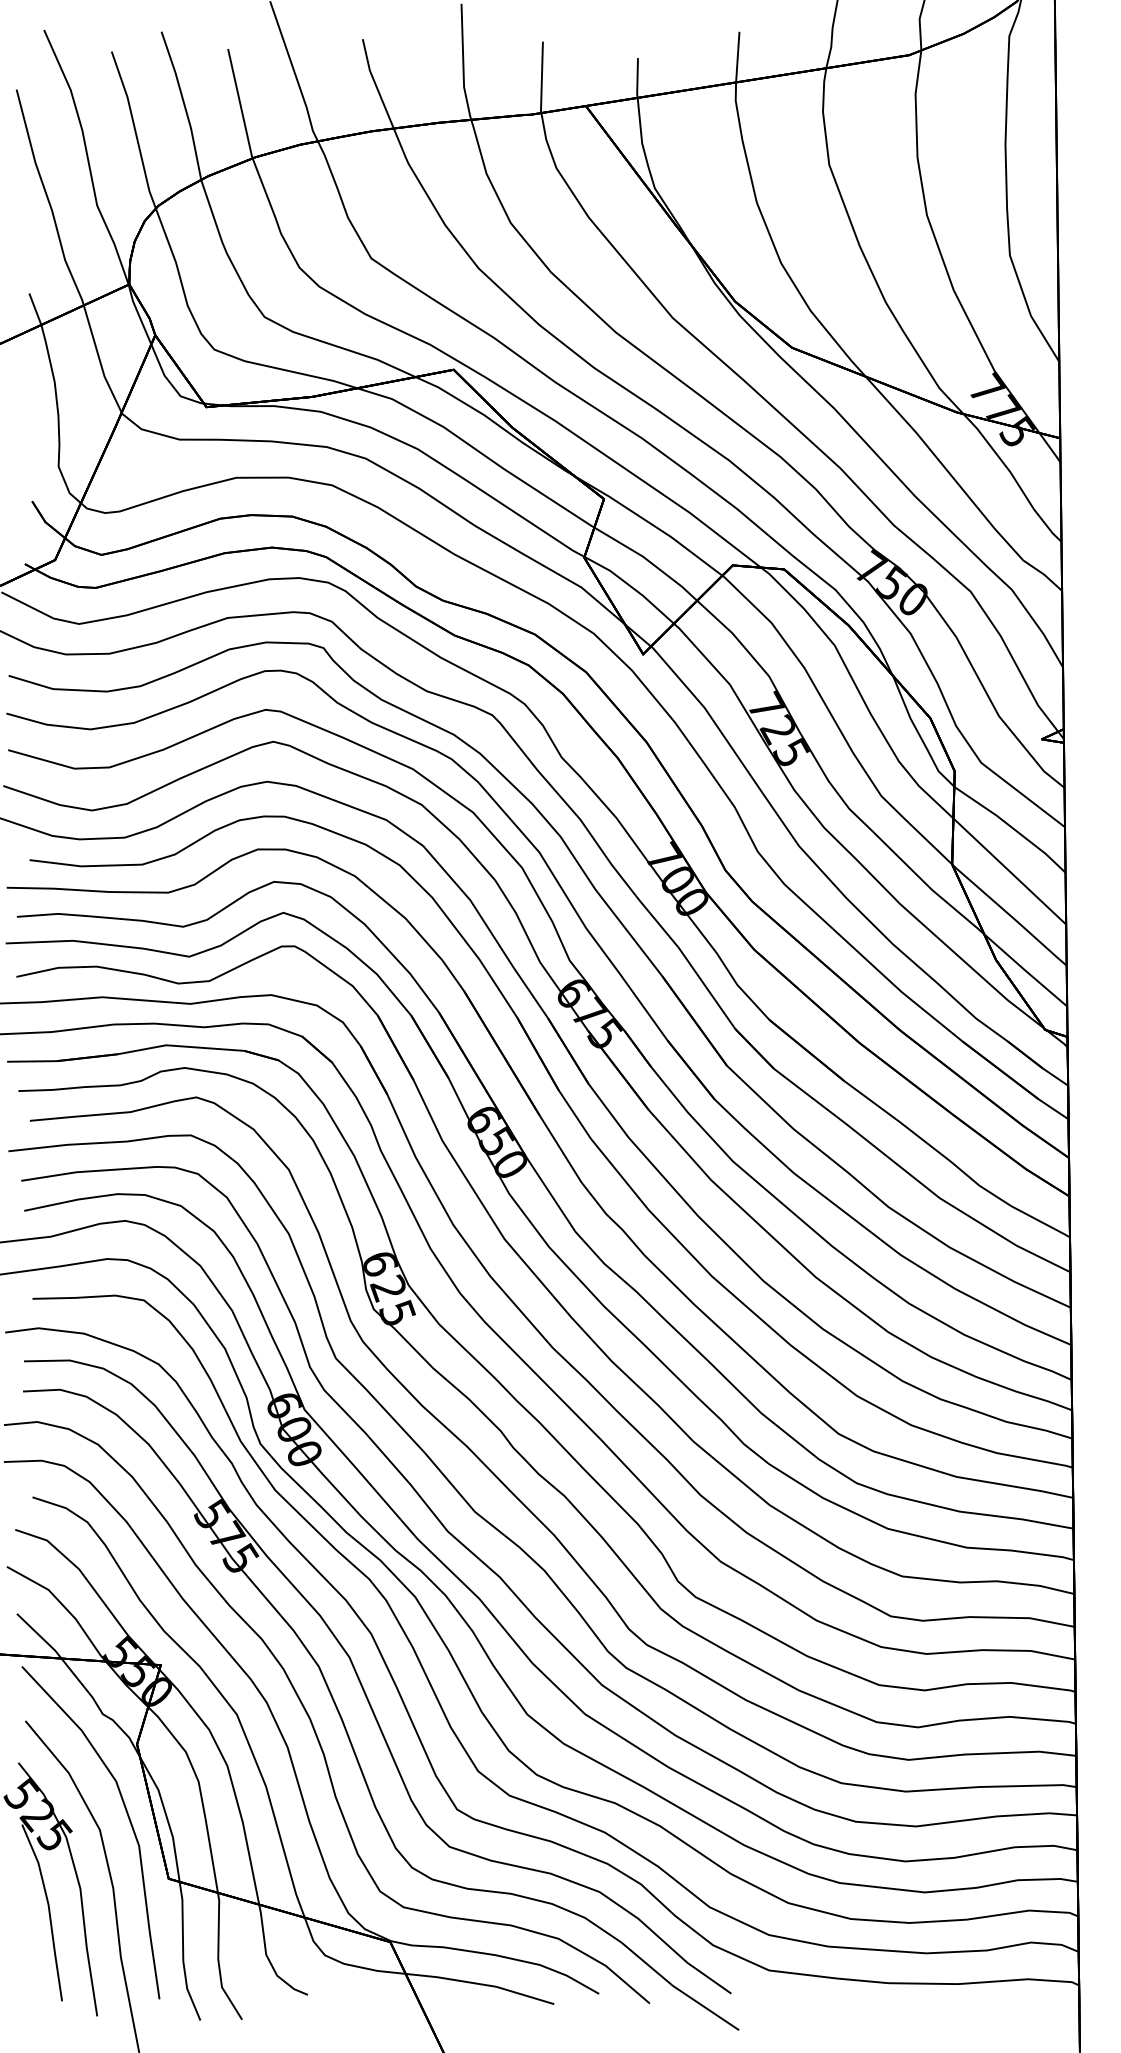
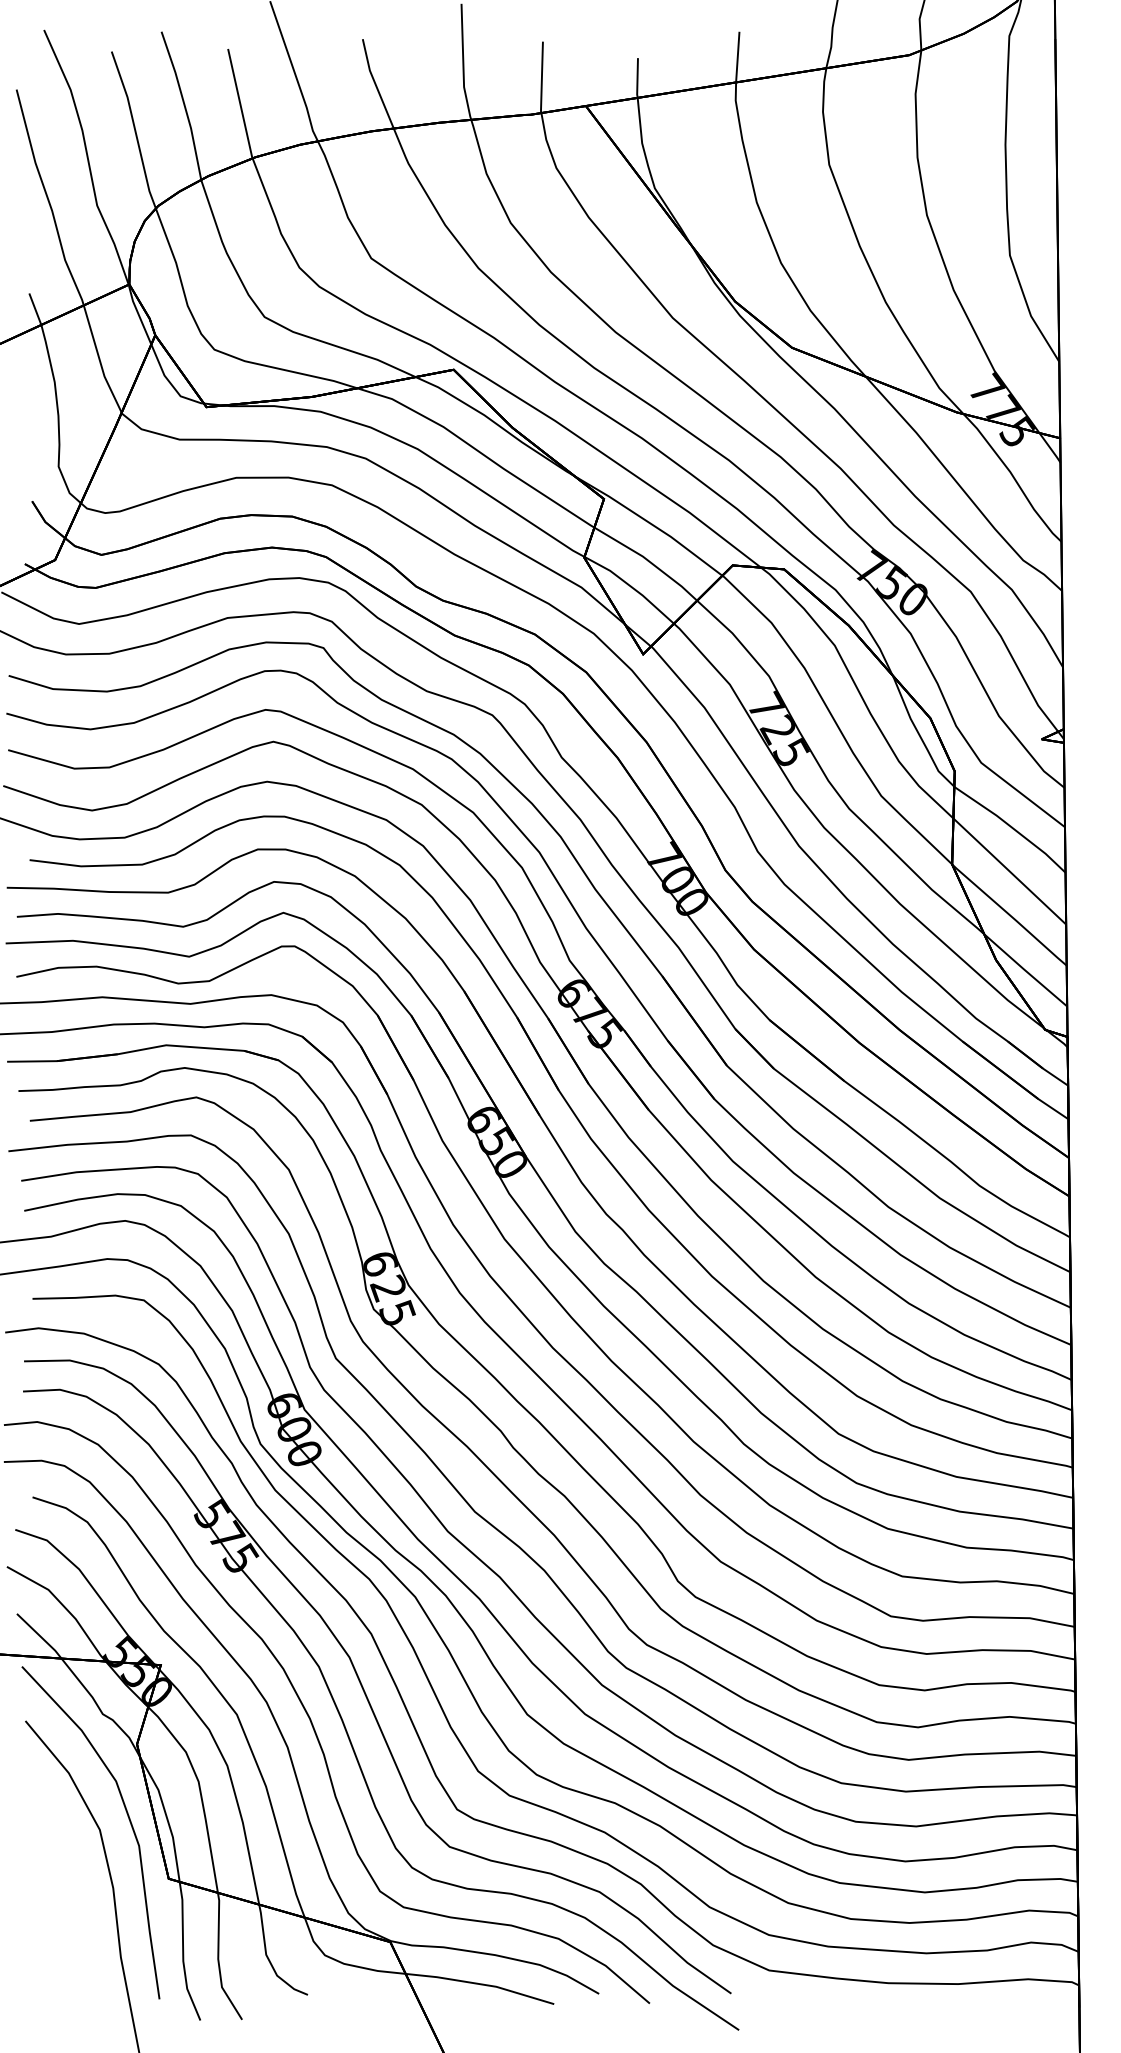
part at (50, 1889): present -> none
